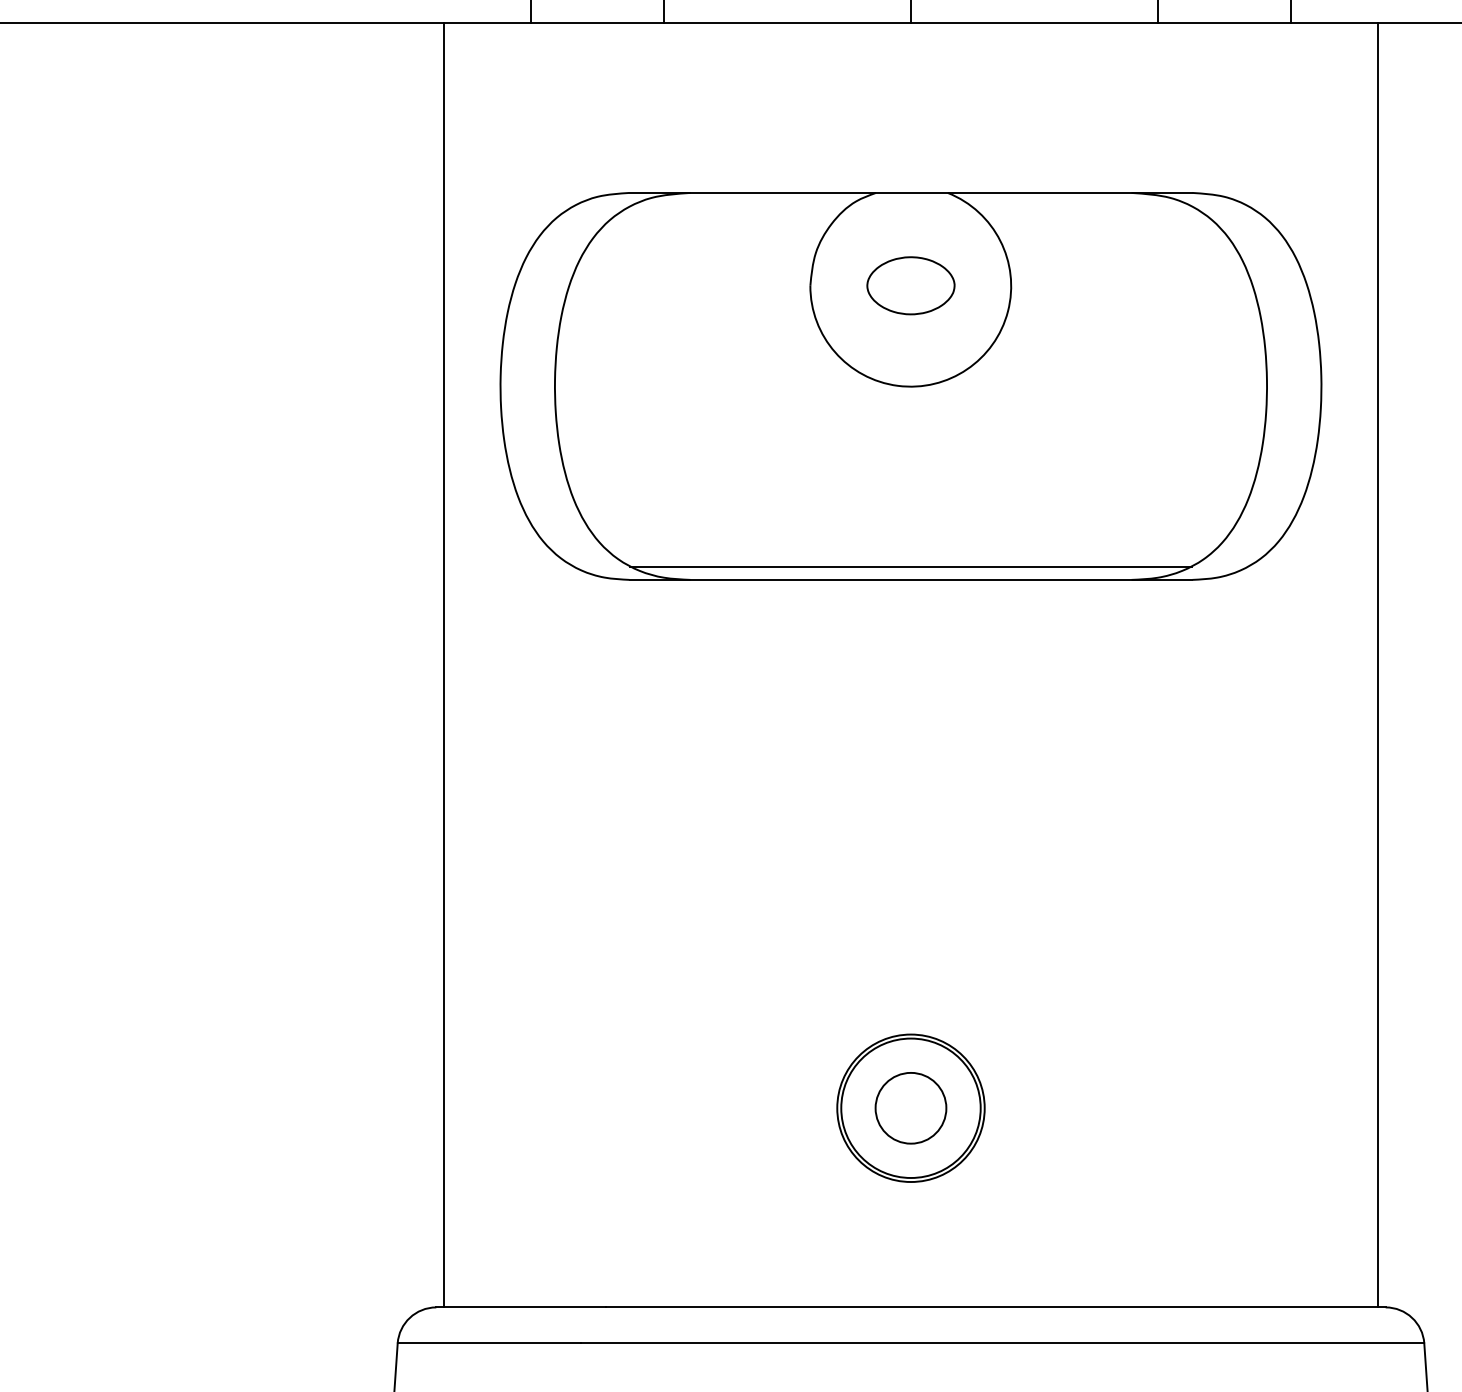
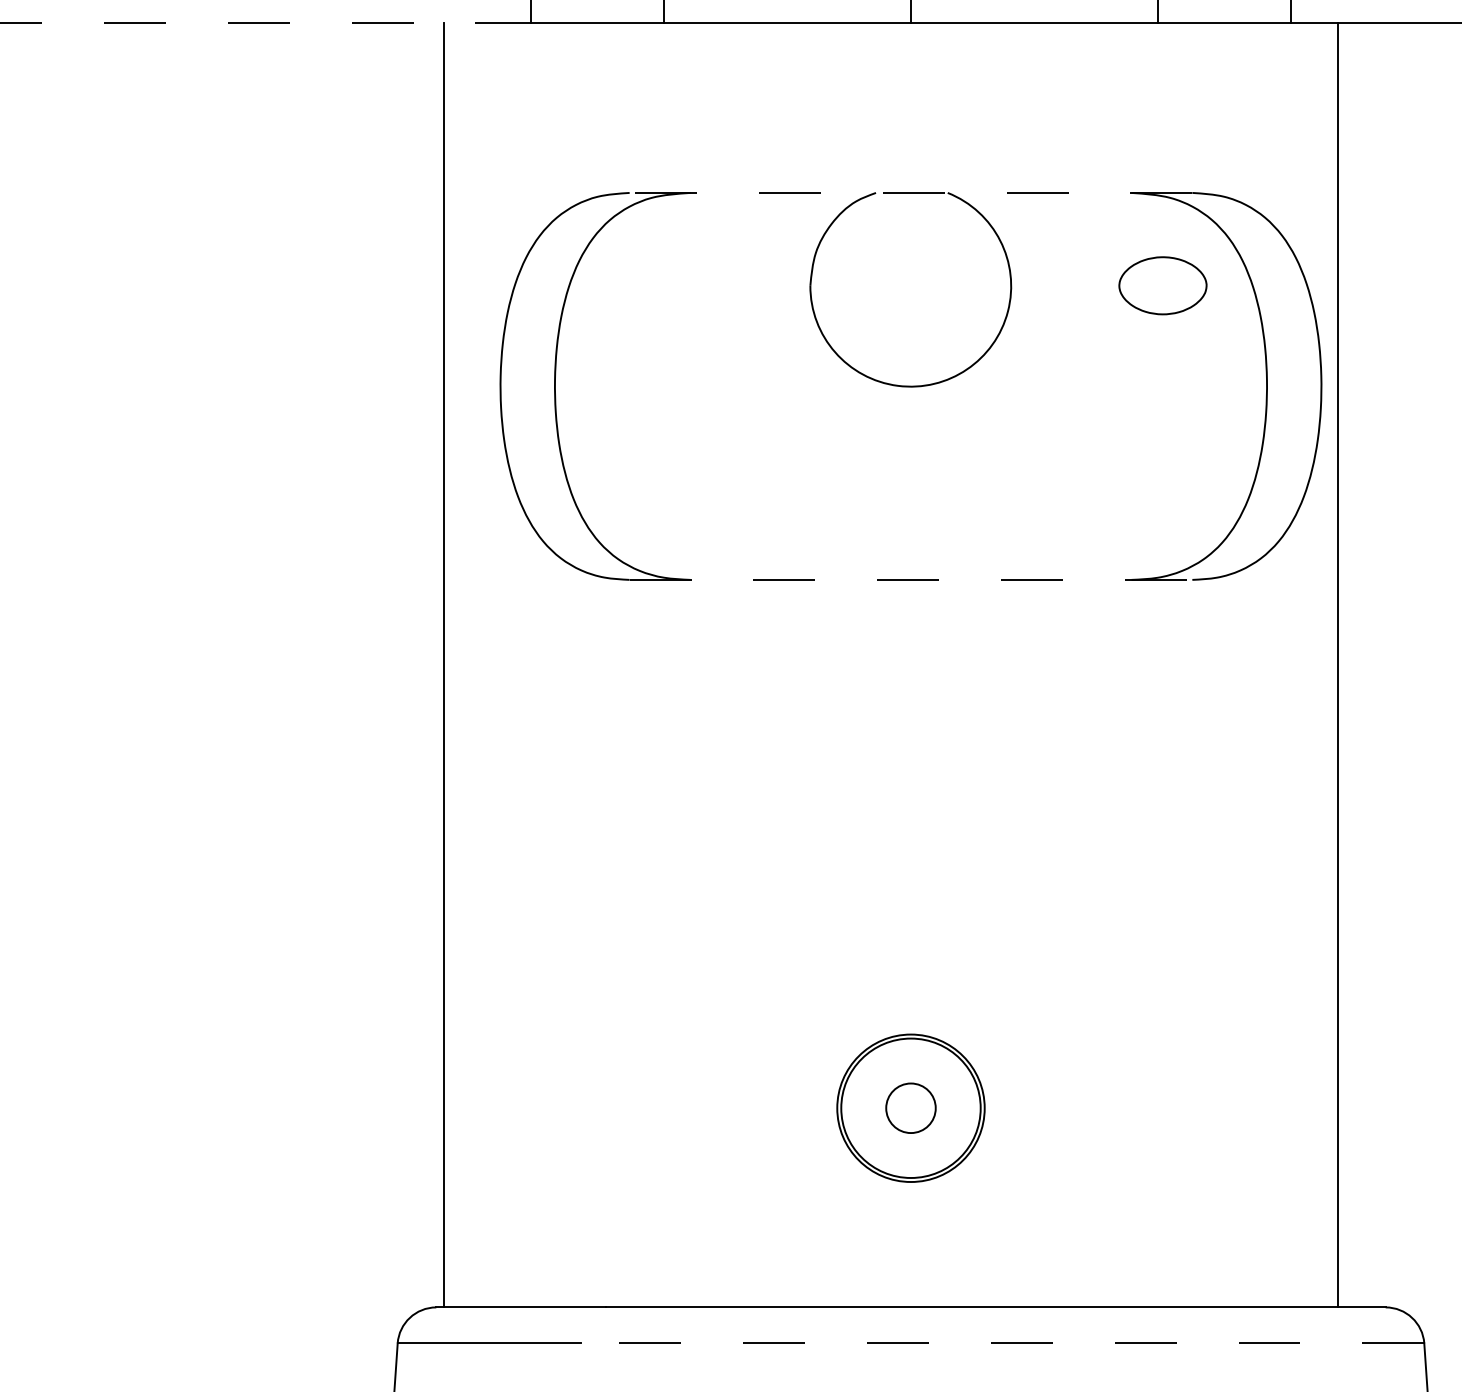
line at (266, 22): solid -> dashed
line at (910, 192): solid -> dashed
part at (910, 285) position: (910, 285) -> (1162, 285)
line at (910, 566): present -> none
line at (911, 579): solid -> dashed
line at (1377, 664) position: (1377, 664) -> (1337, 664)
circle at (910, 1107) diameter: 71 px -> 50 px
line at (1002, 1343): solid -> dashed
